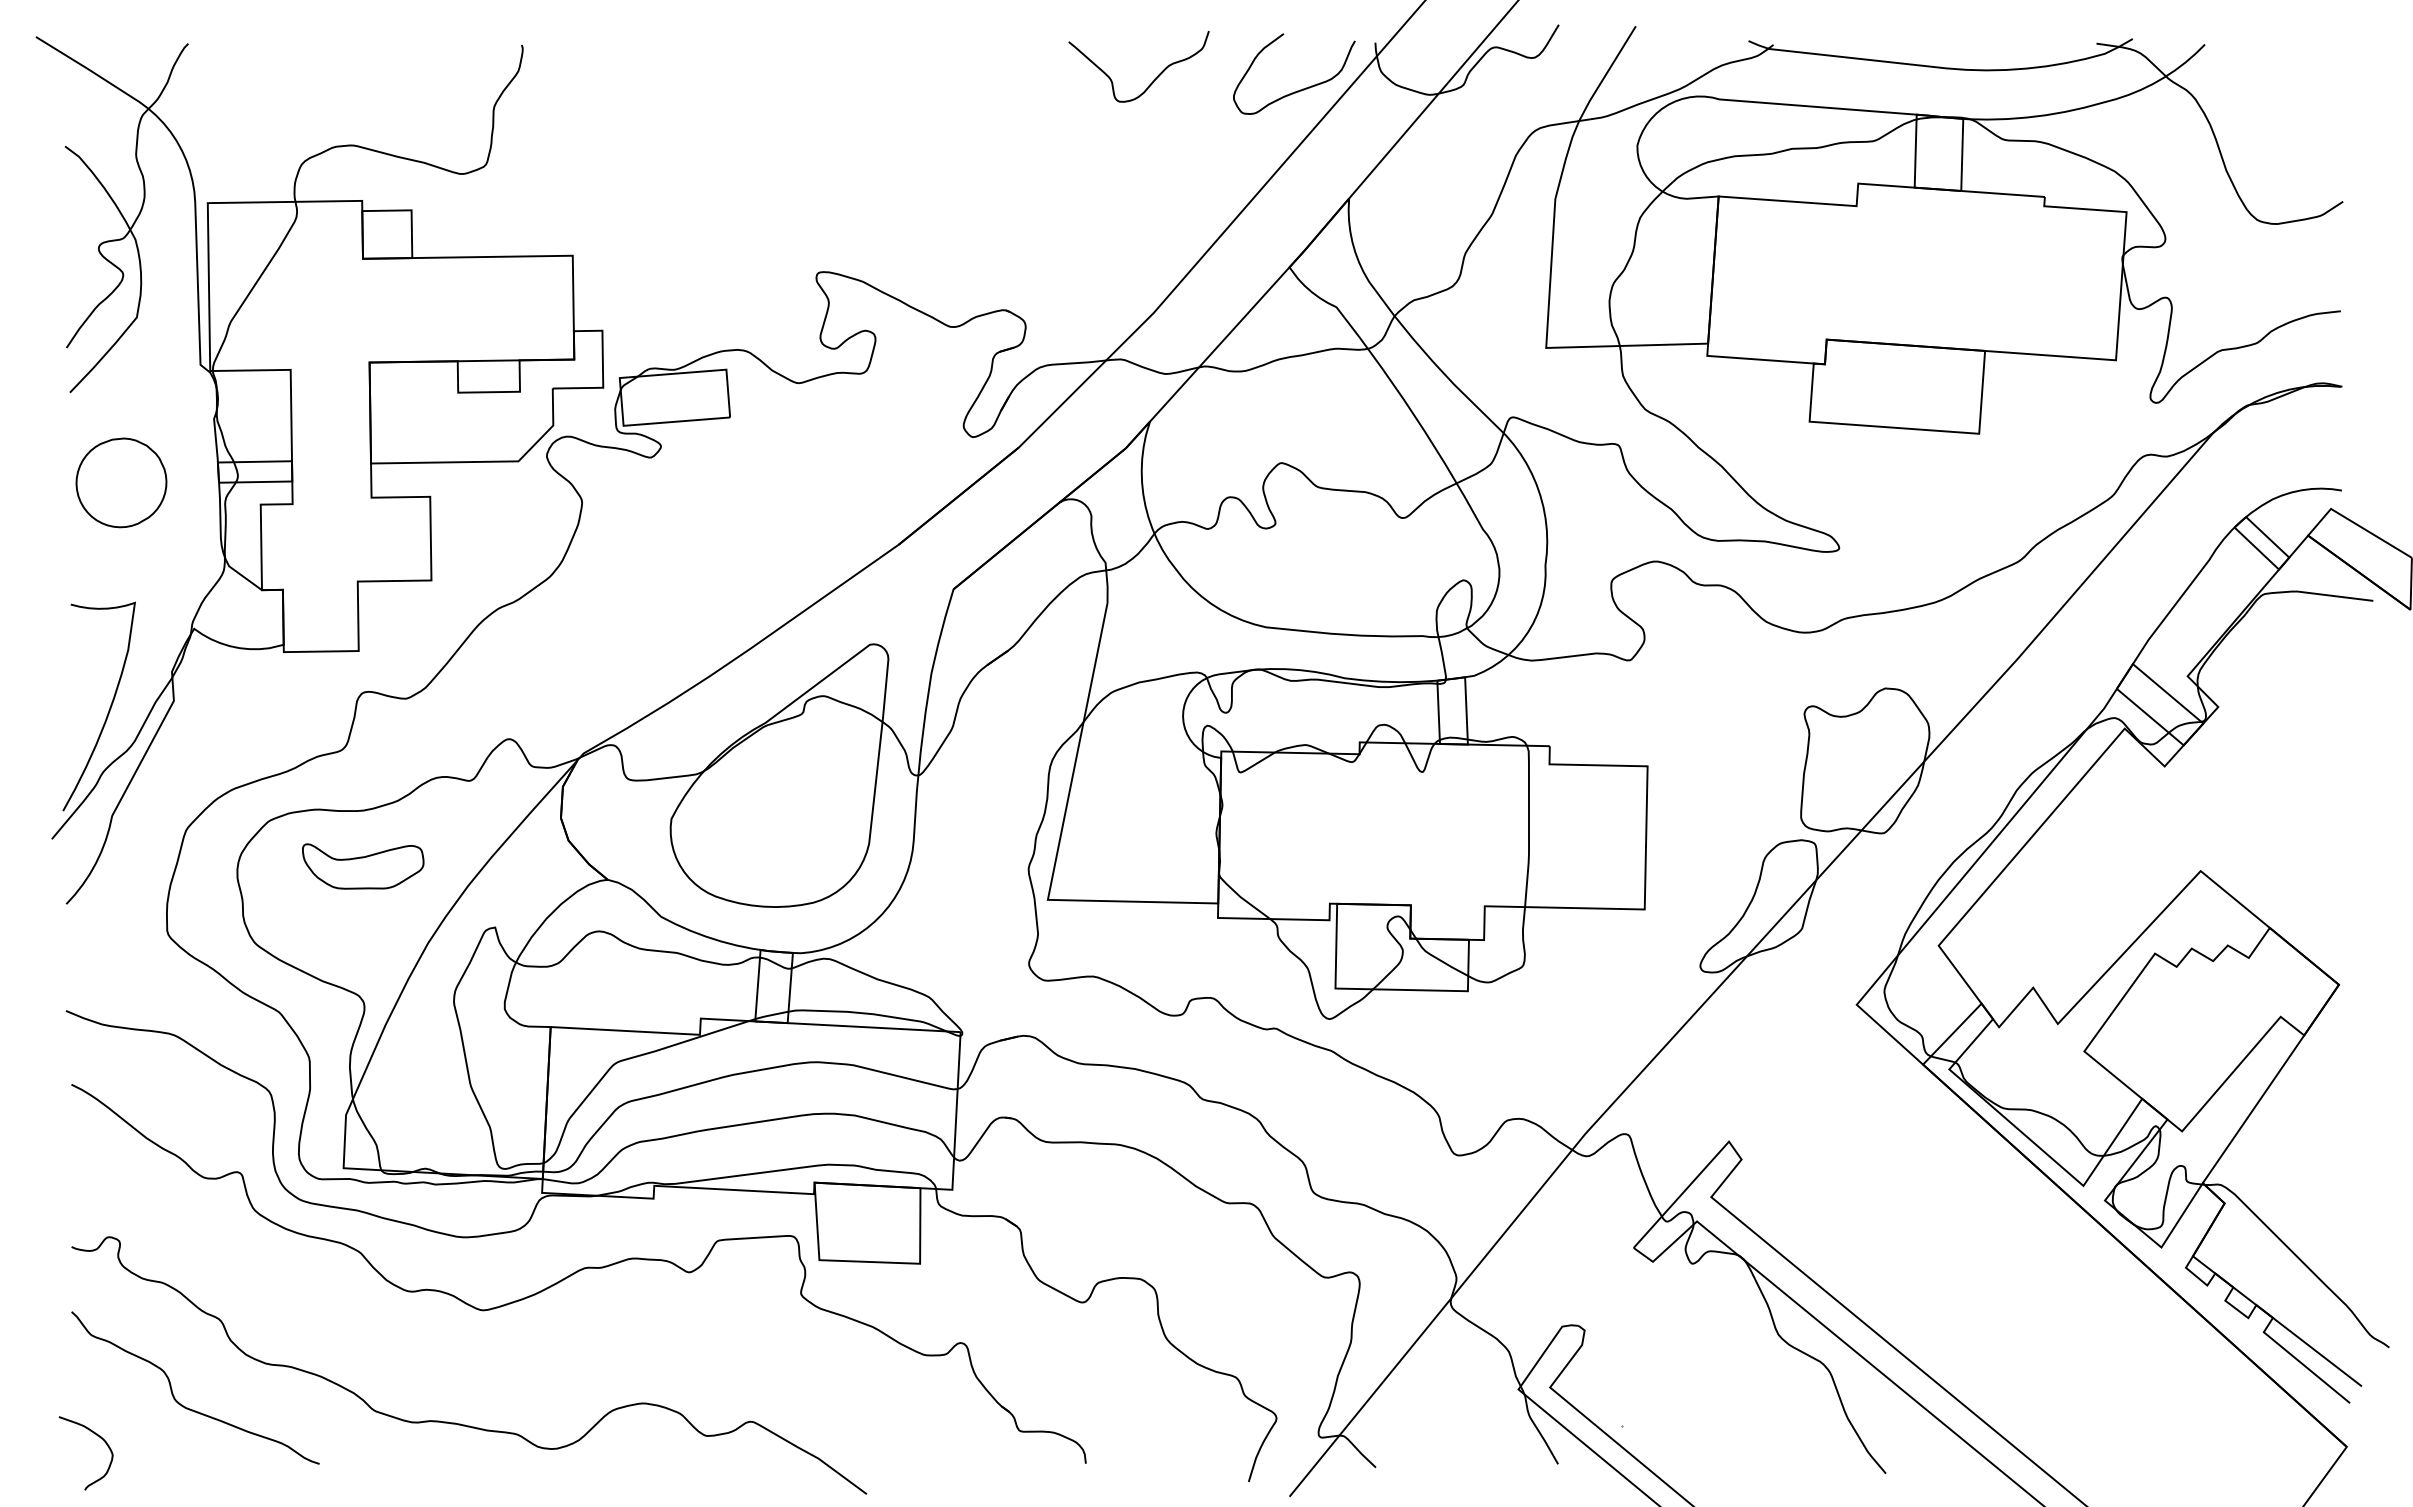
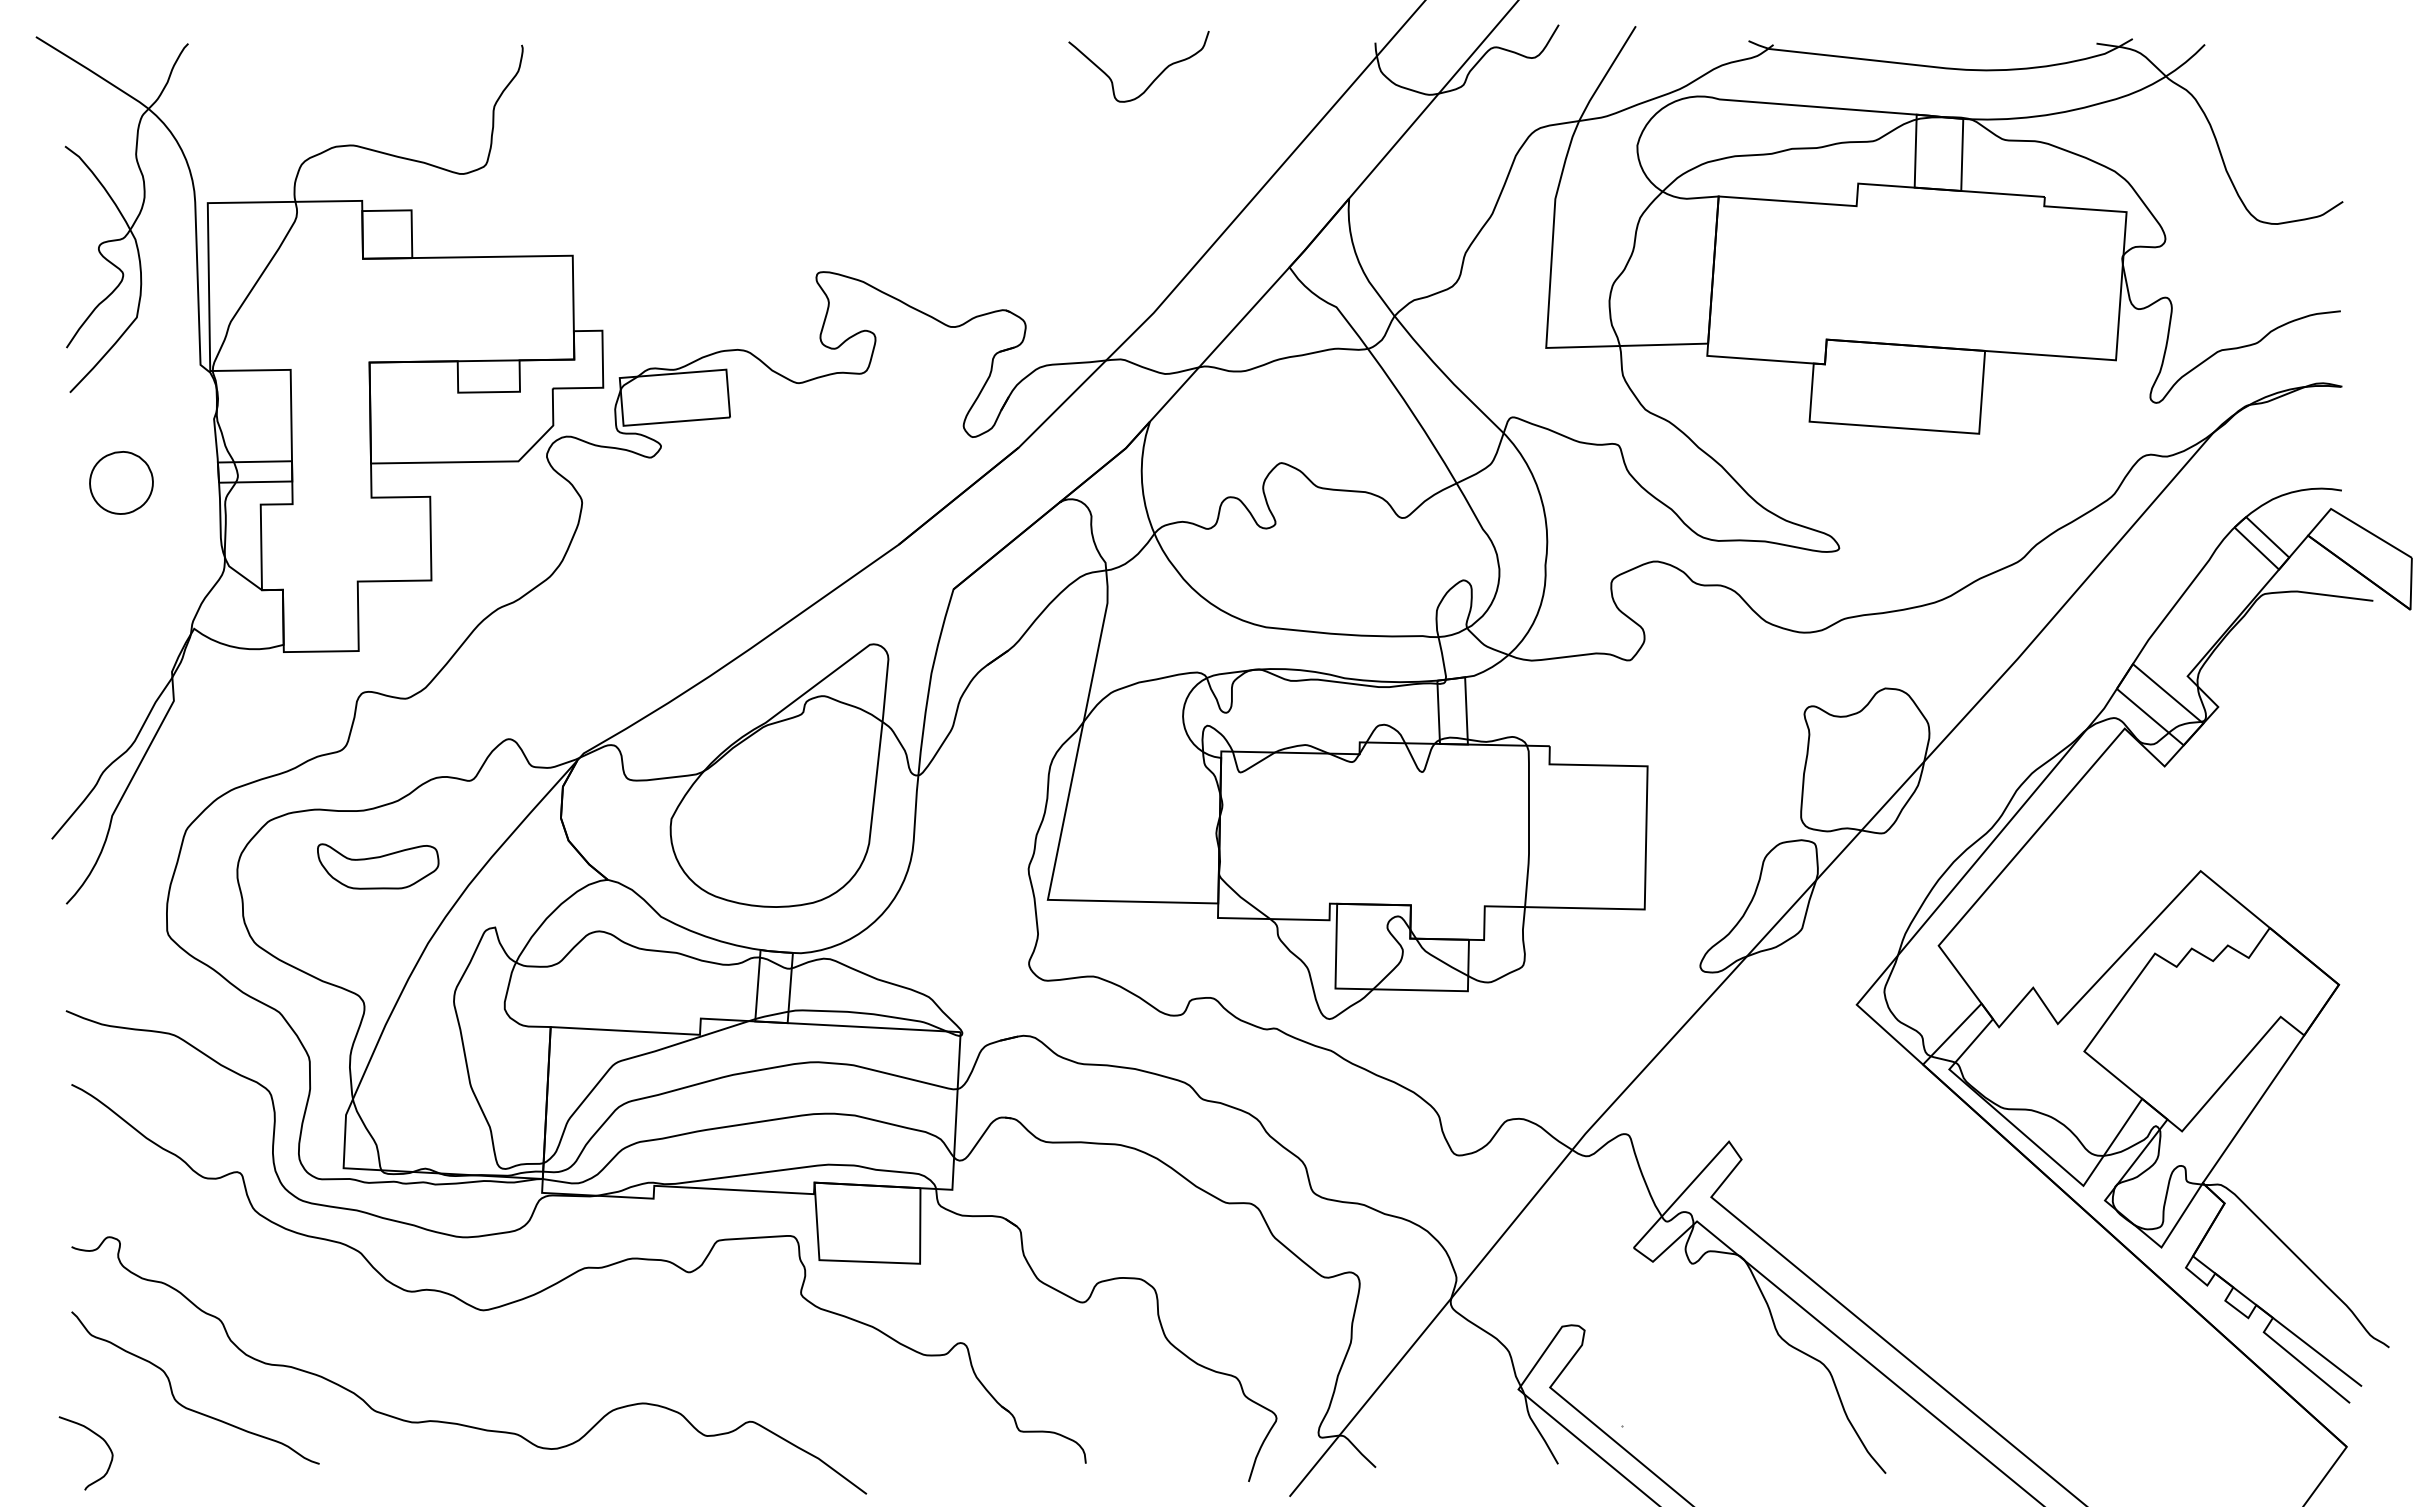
curve at (1300, 89): present -> none
part at (121, 482) size: 93x92 px -> 65x64 px
curve at (108, 710): present -> none
part at (363, 866) position: (363, 866) -> (378, 866)
